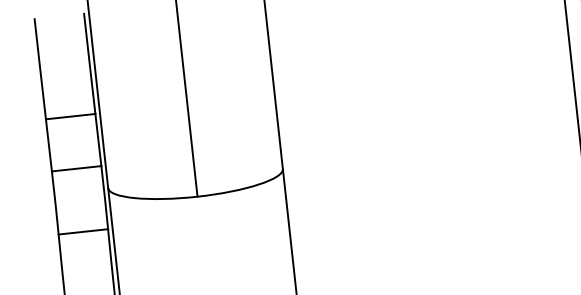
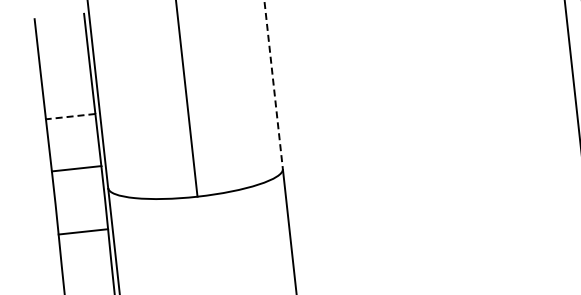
line at (273, 84): solid -> dashed
line at (70, 116): solid -> dashed
